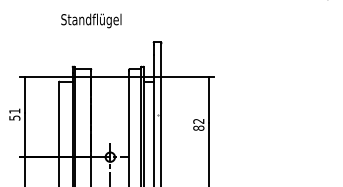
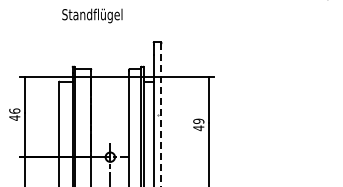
text at (91, 20) position: (91, 20) -> (92, 15)
text at (14, 114): 51 -> 46
line at (161, 114): solid -> dashed
text at (198, 124): 82 -> 49
